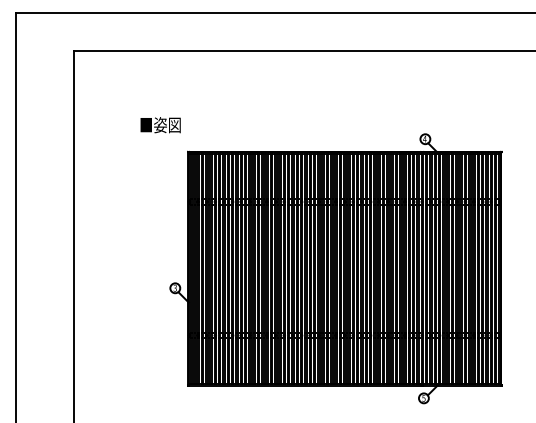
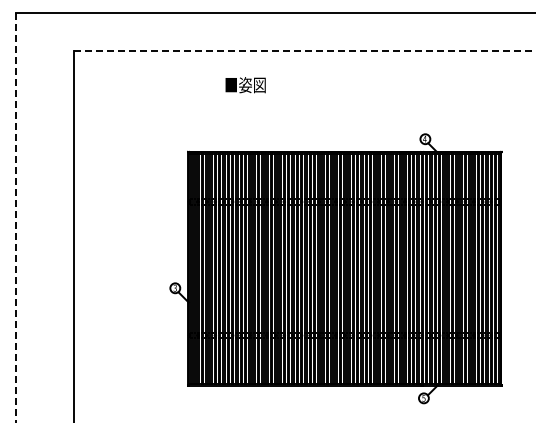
line at (304, 50): solid -> dashed
text at (160, 125) position: (160, 125) -> (245, 85)
line at (16, 217): solid -> dashed
